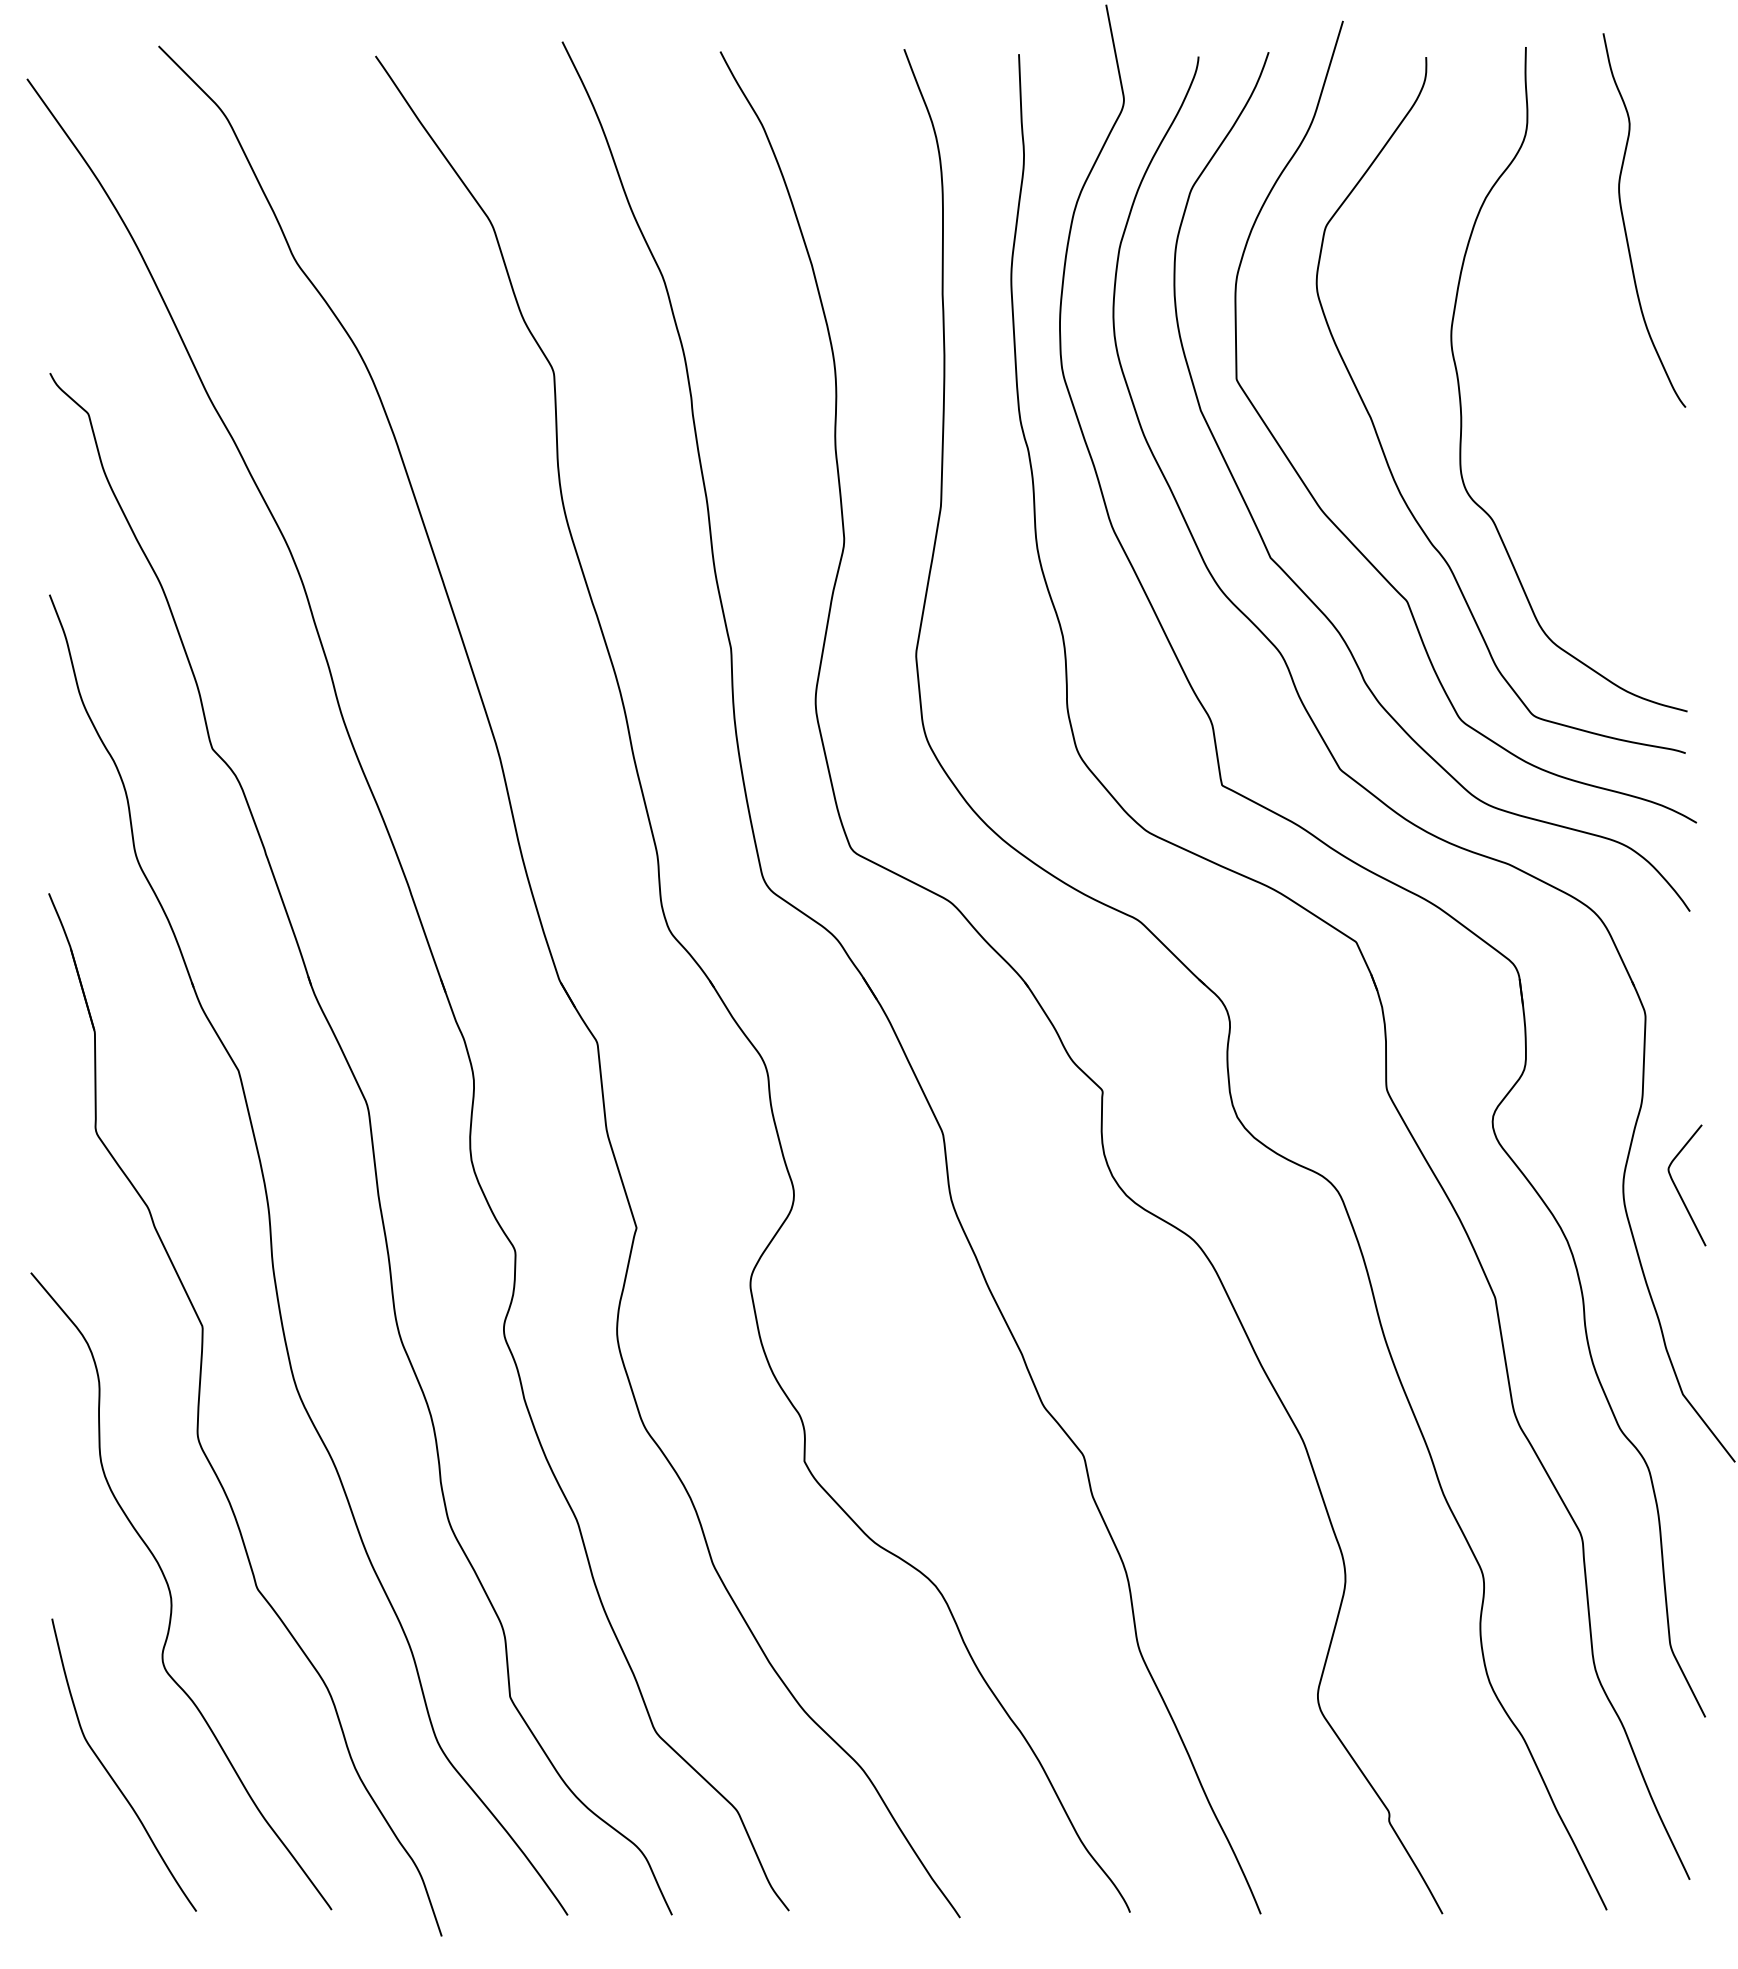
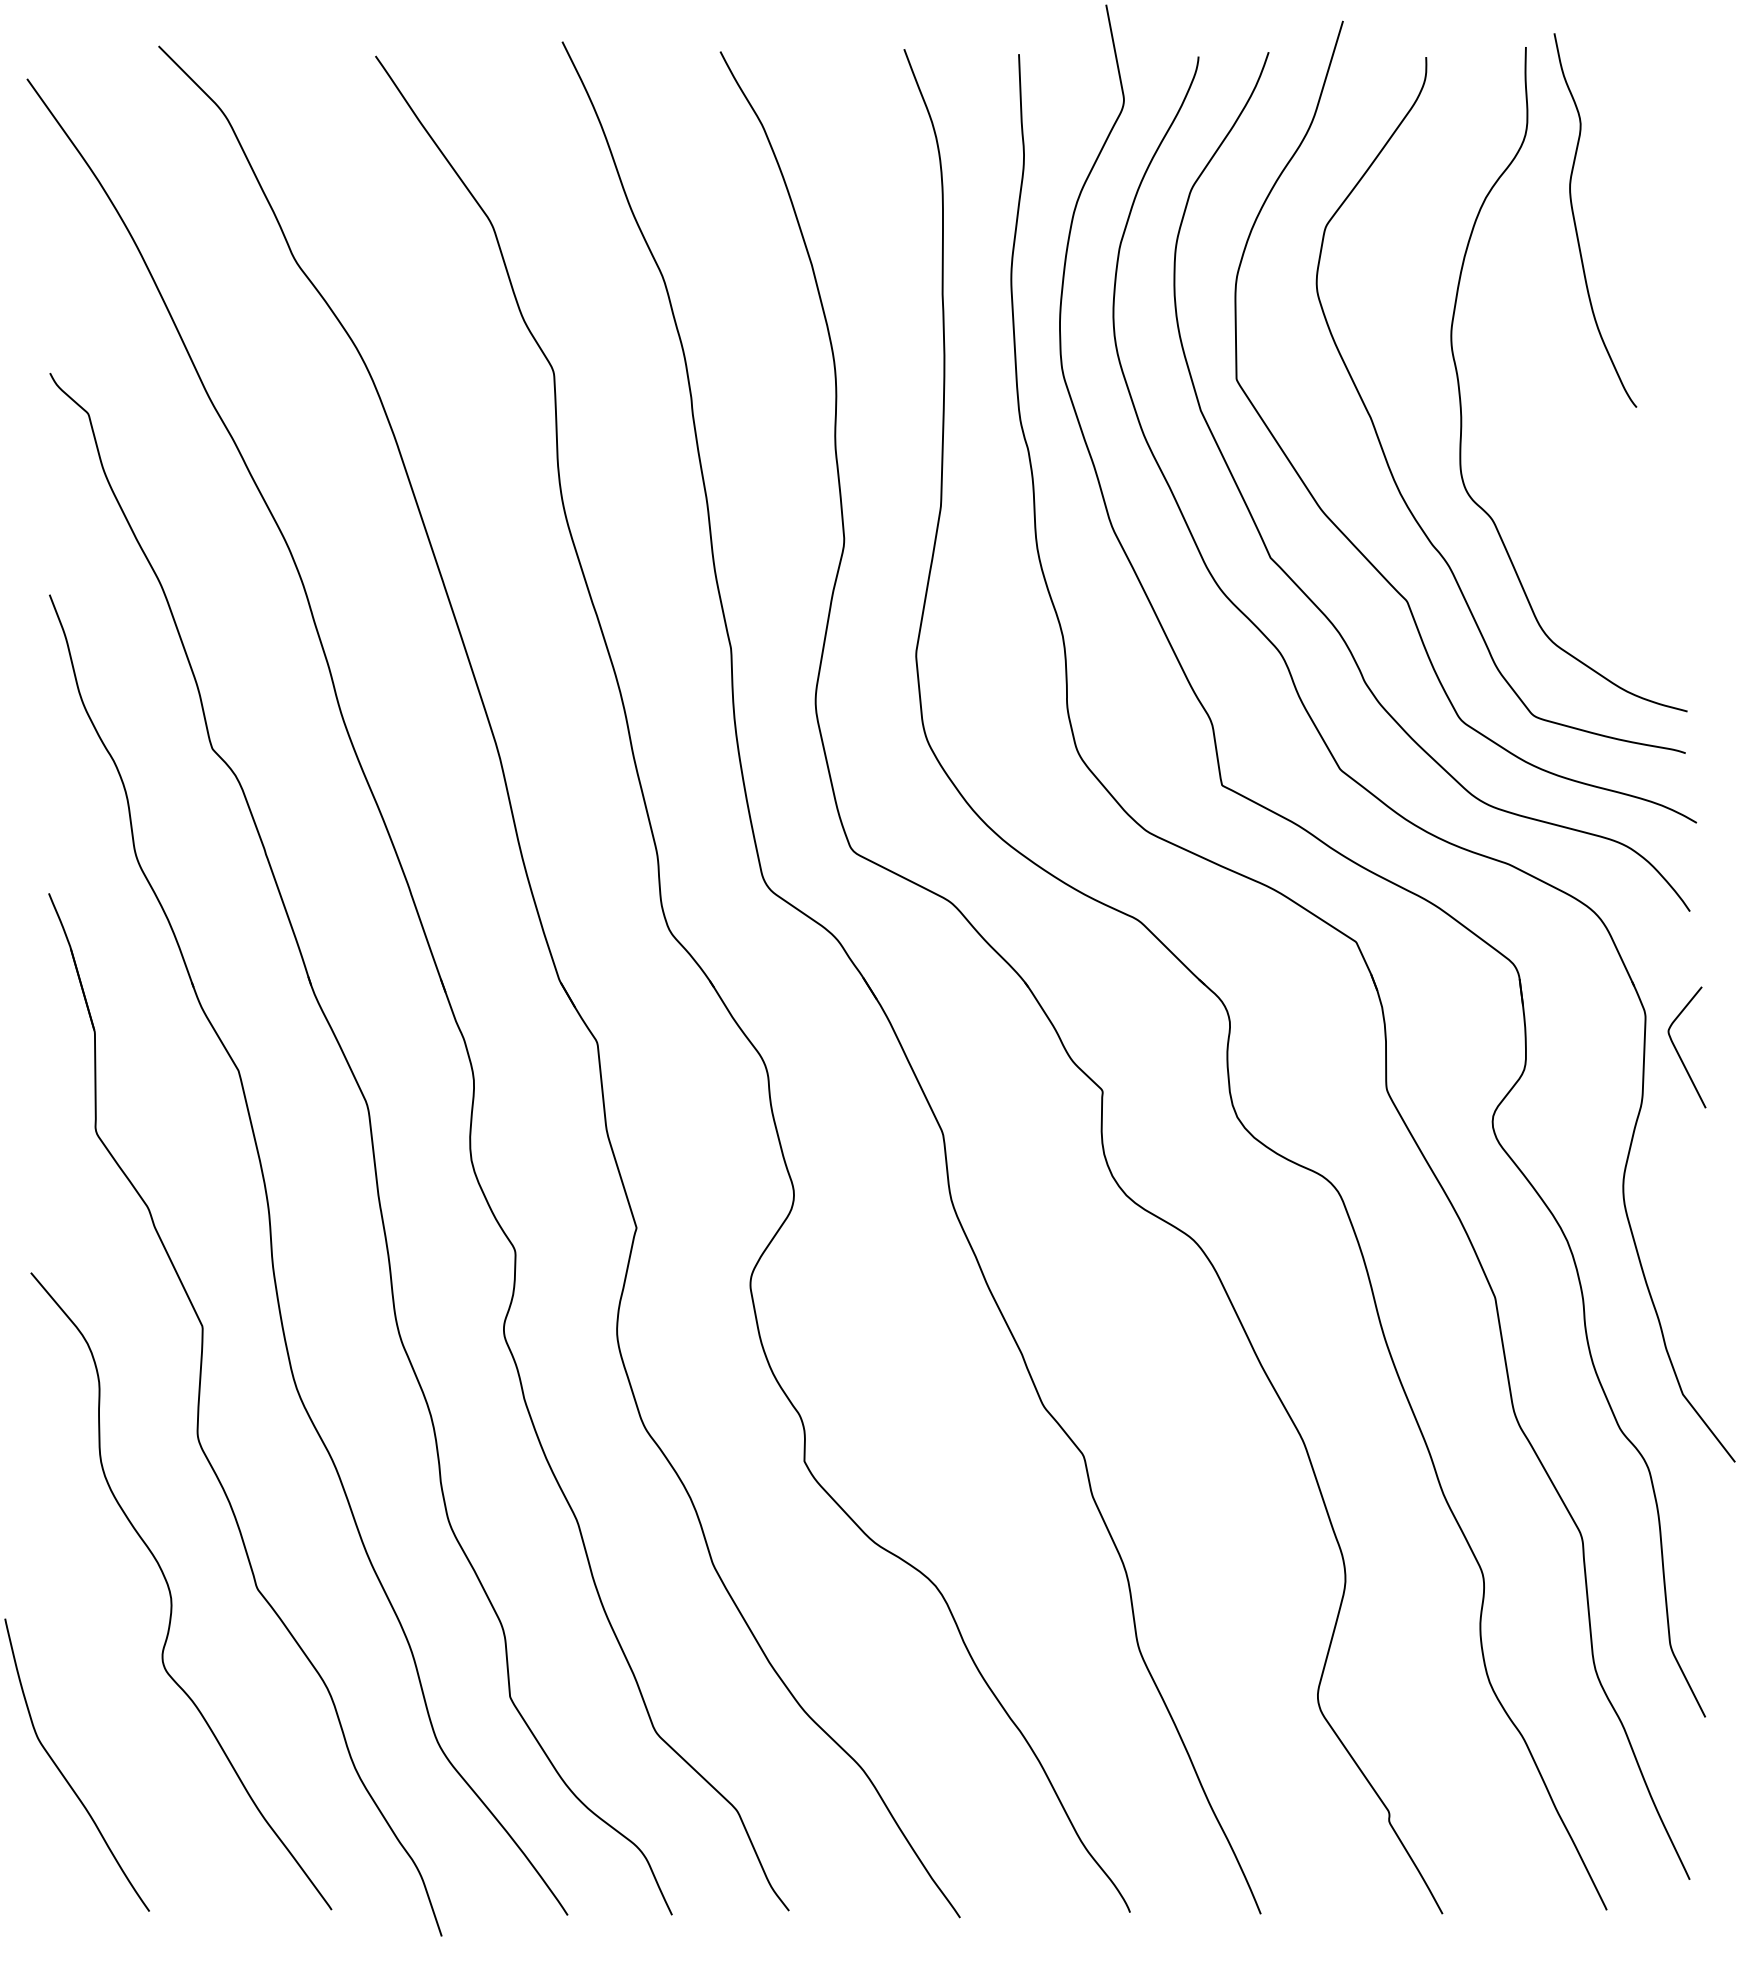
curve at (1625, 225) position: (1625, 225) -> (1576, 225)
curve at (1678, 1189) position: (1678, 1189) -> (1678, 1051)
curve at (109, 1772) position: (109, 1772) -> (62, 1772)
